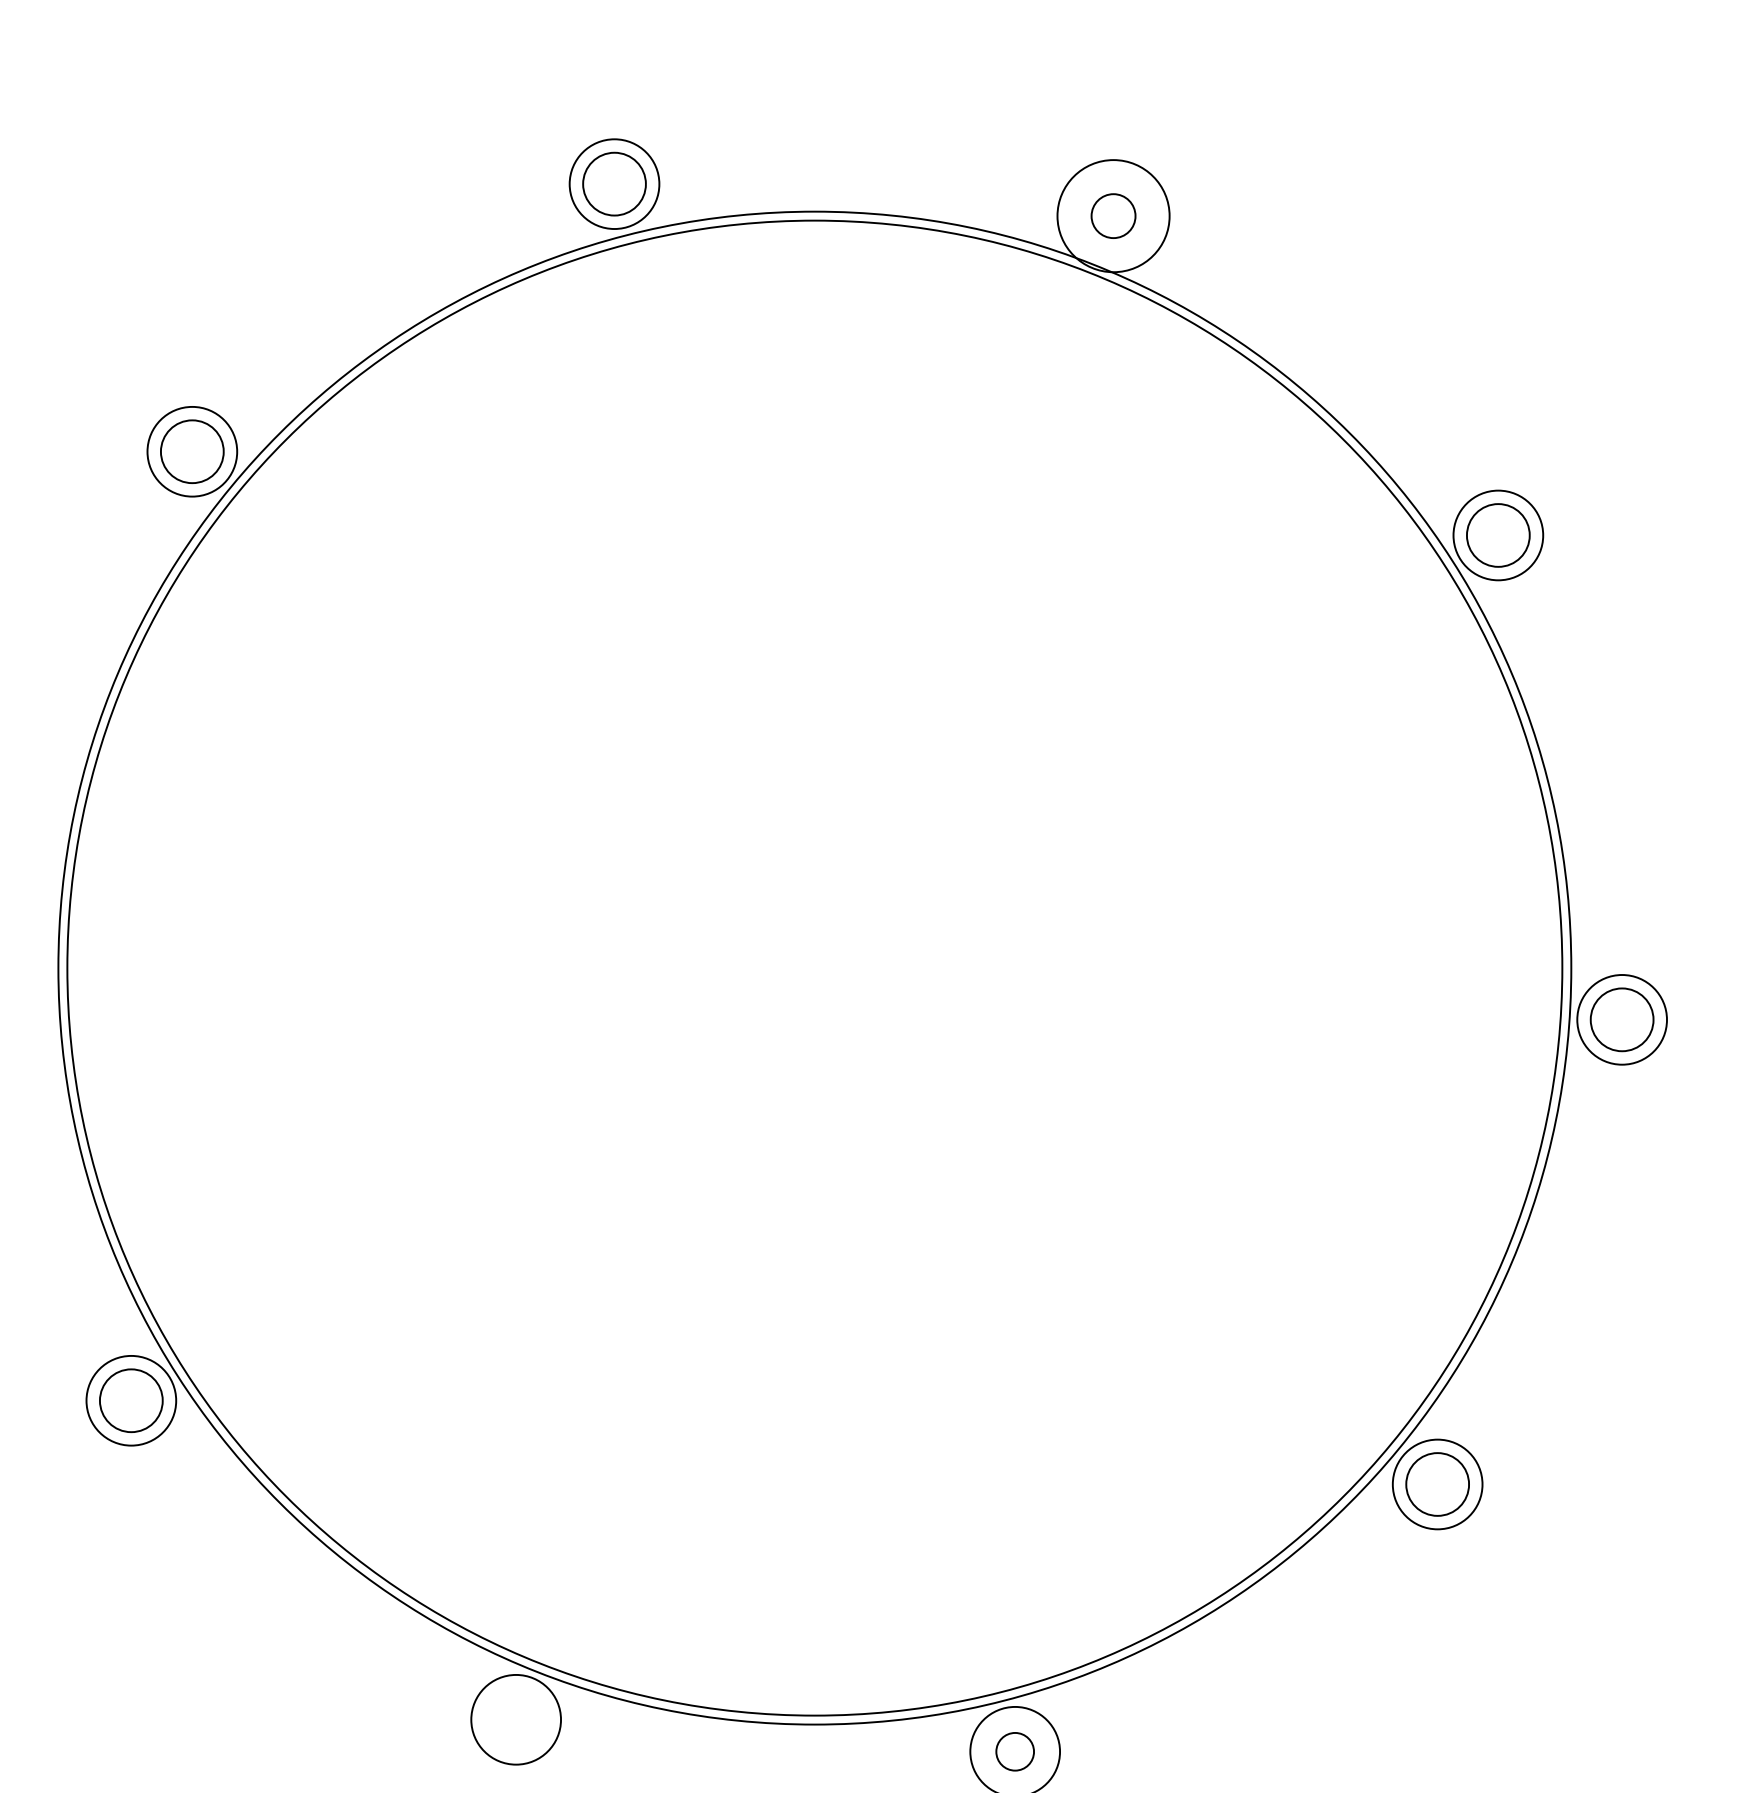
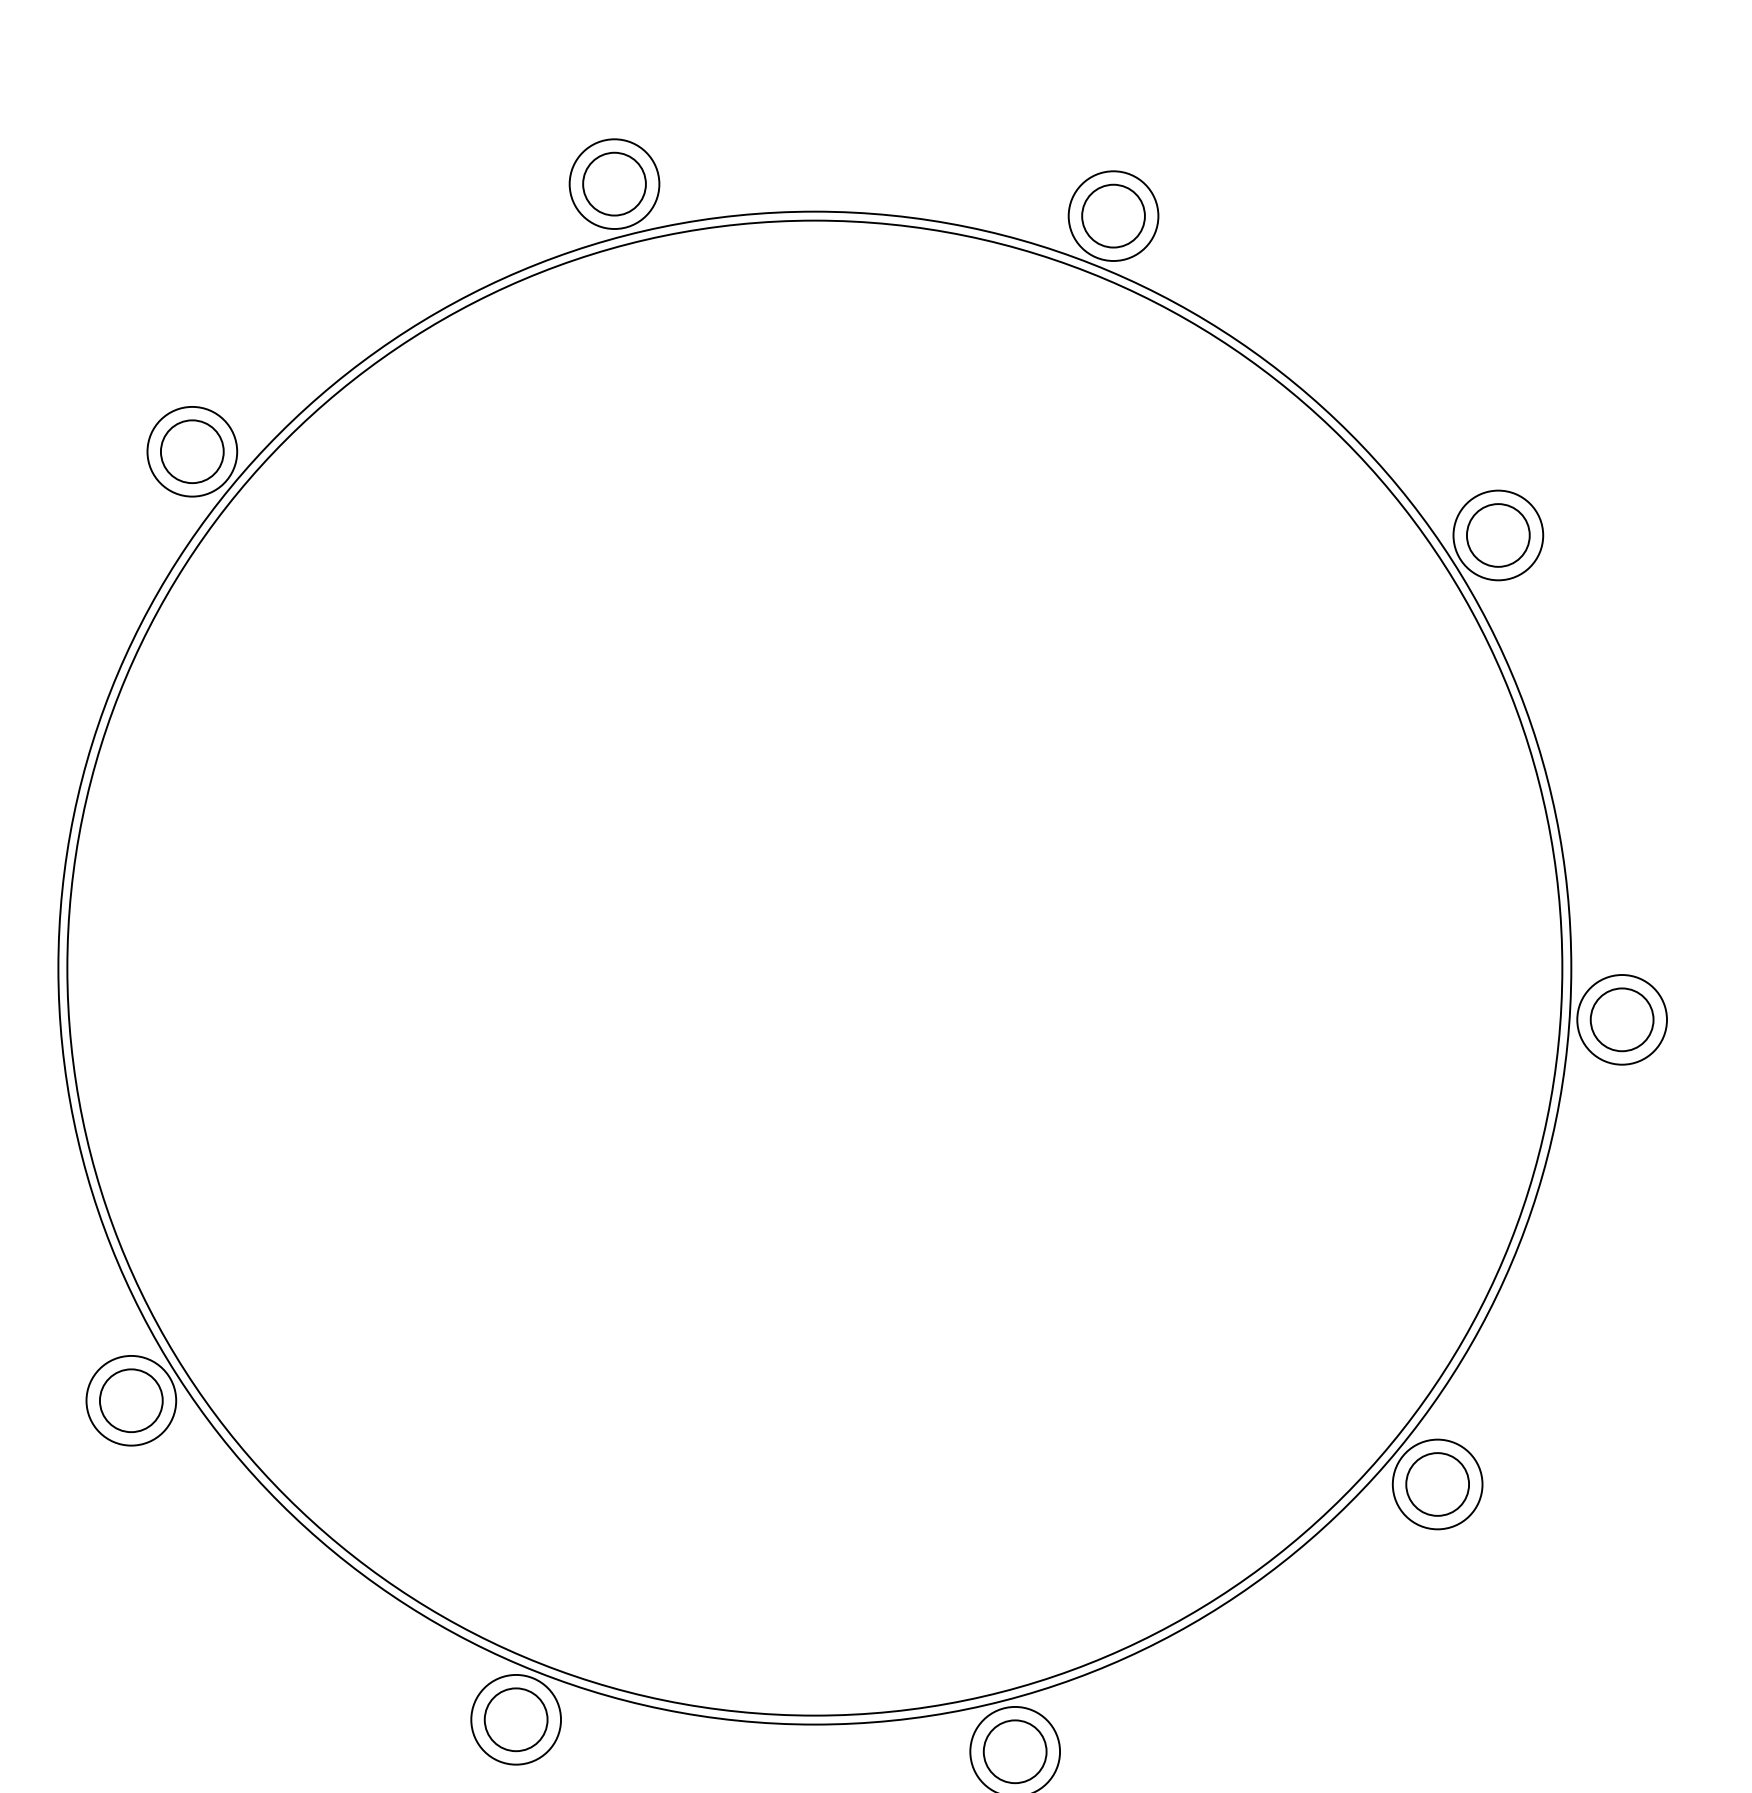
circle at (1113, 216) diameter: 112 px -> 90 px
circle at (1113, 216) diameter: 44 px -> 63 px
circle at (515, 1719): none -> present
circle at (1015, 1751) diameter: 38 px -> 63 px
